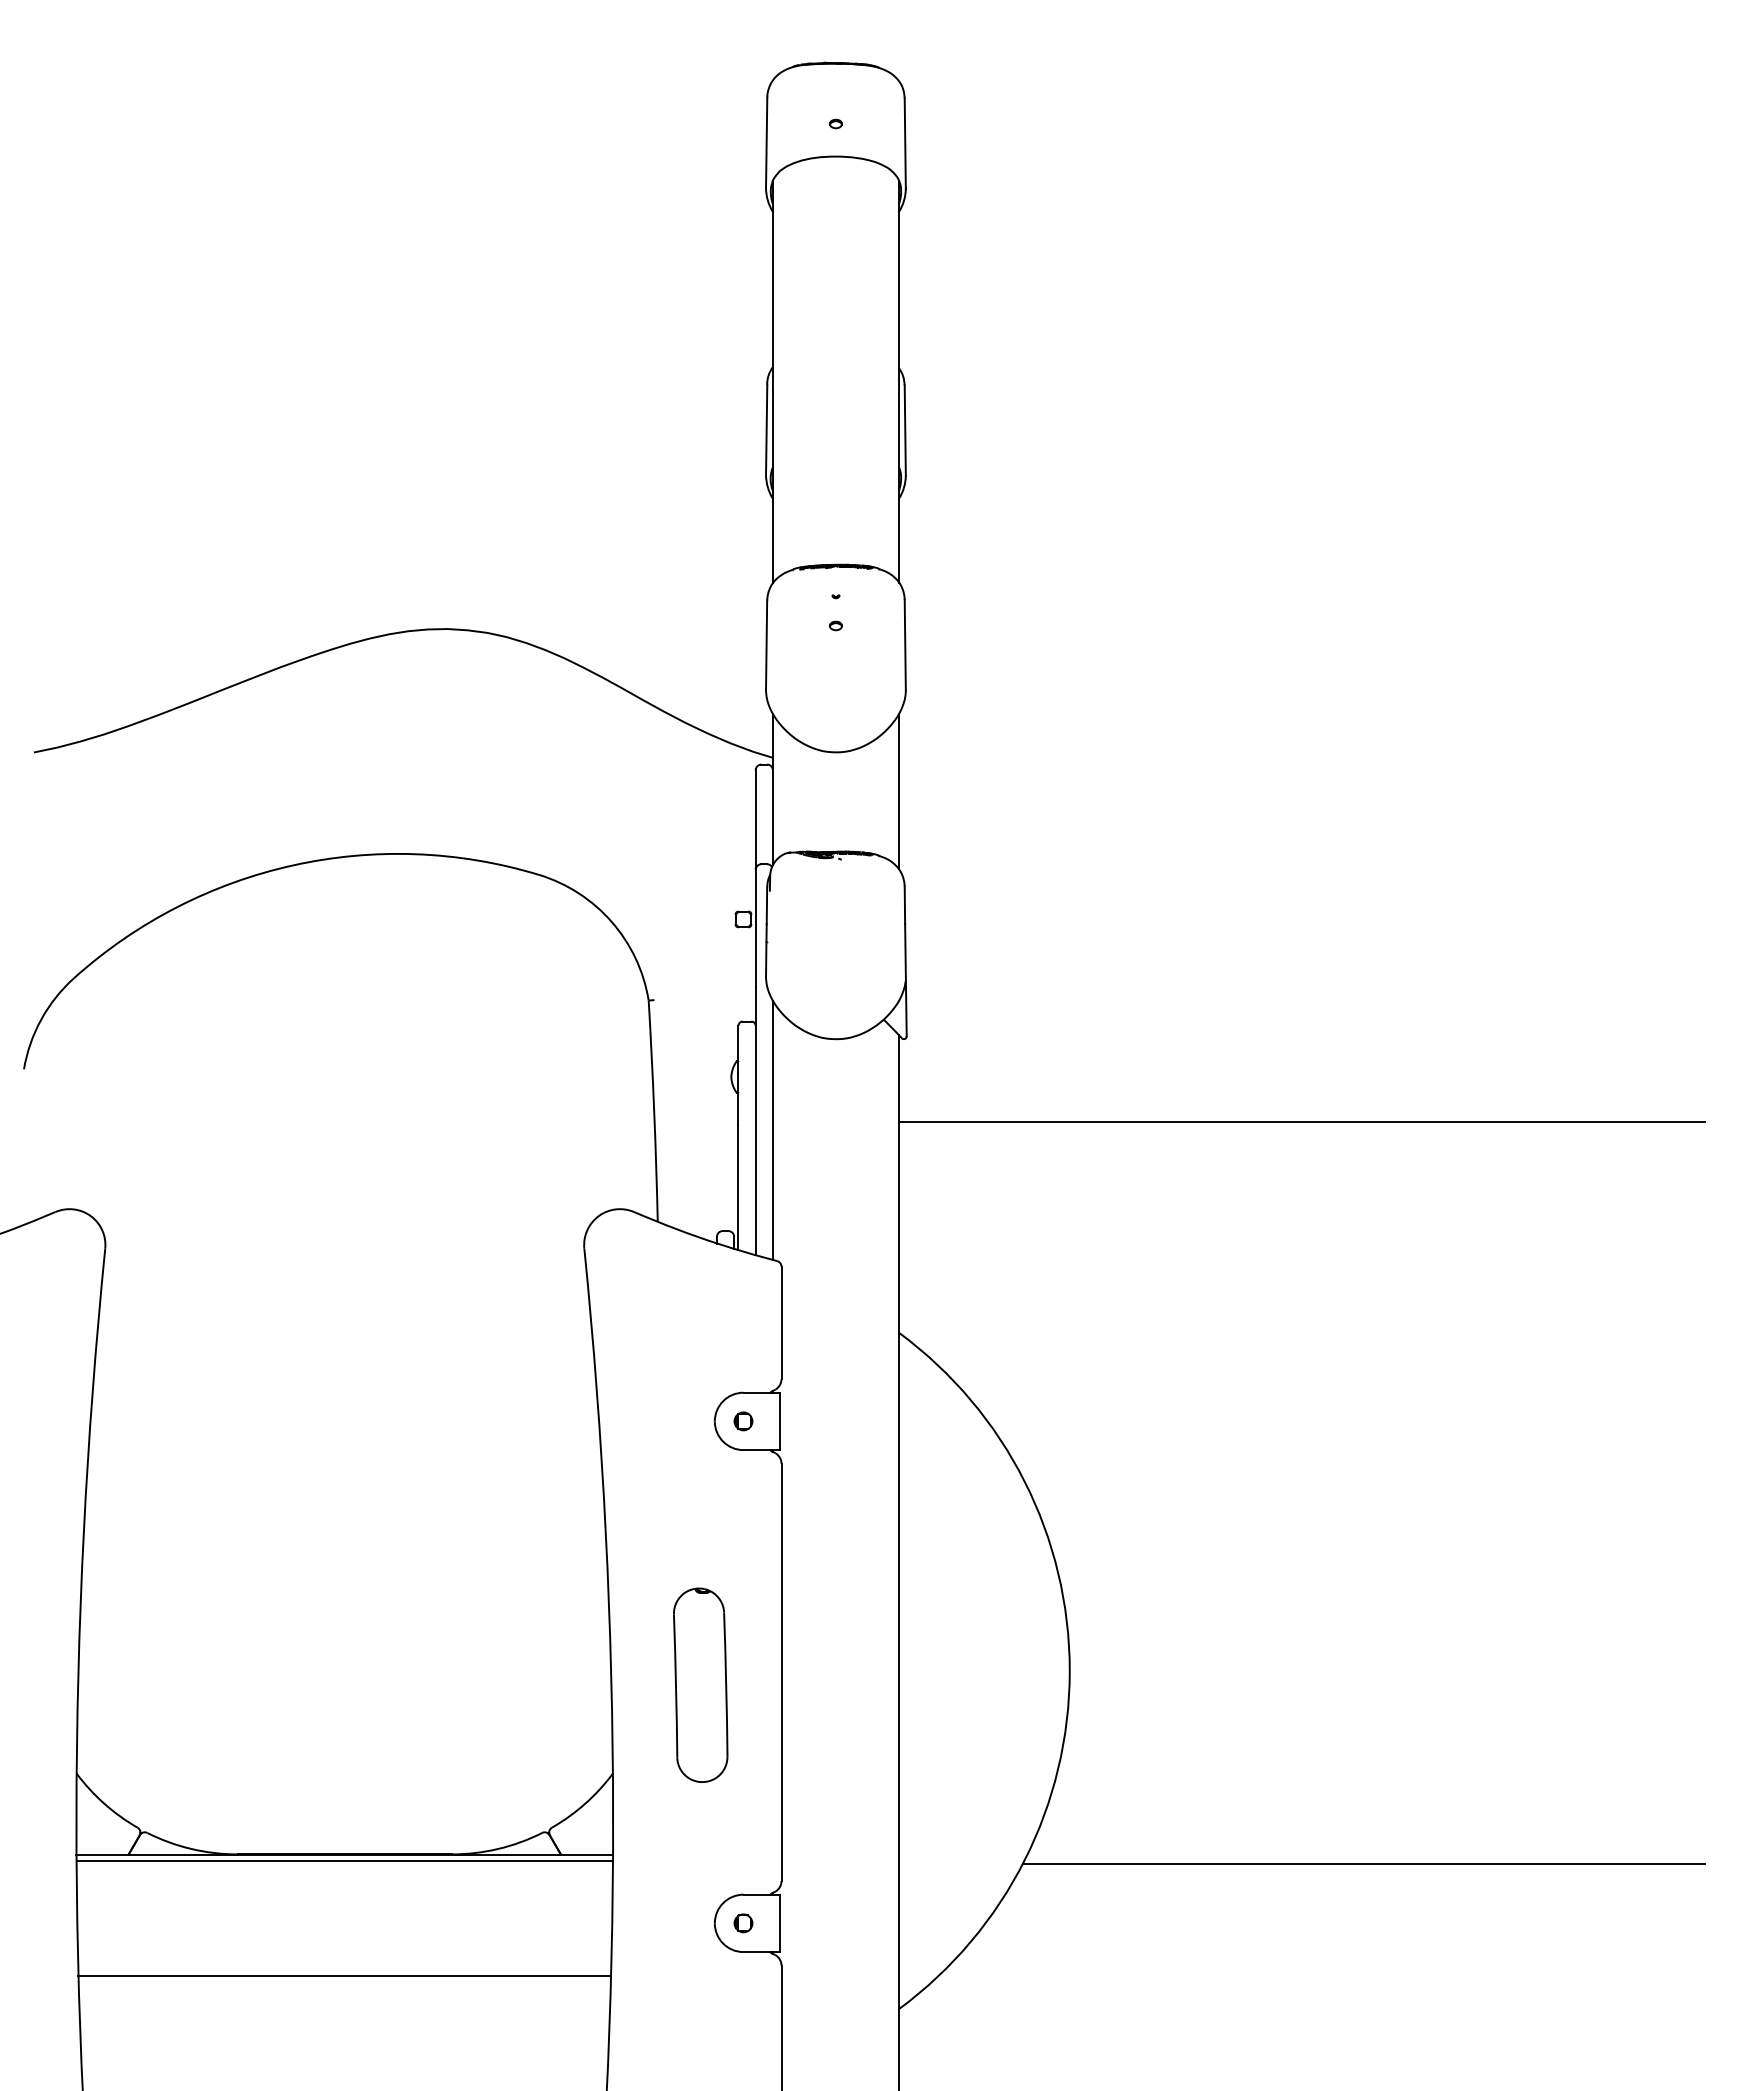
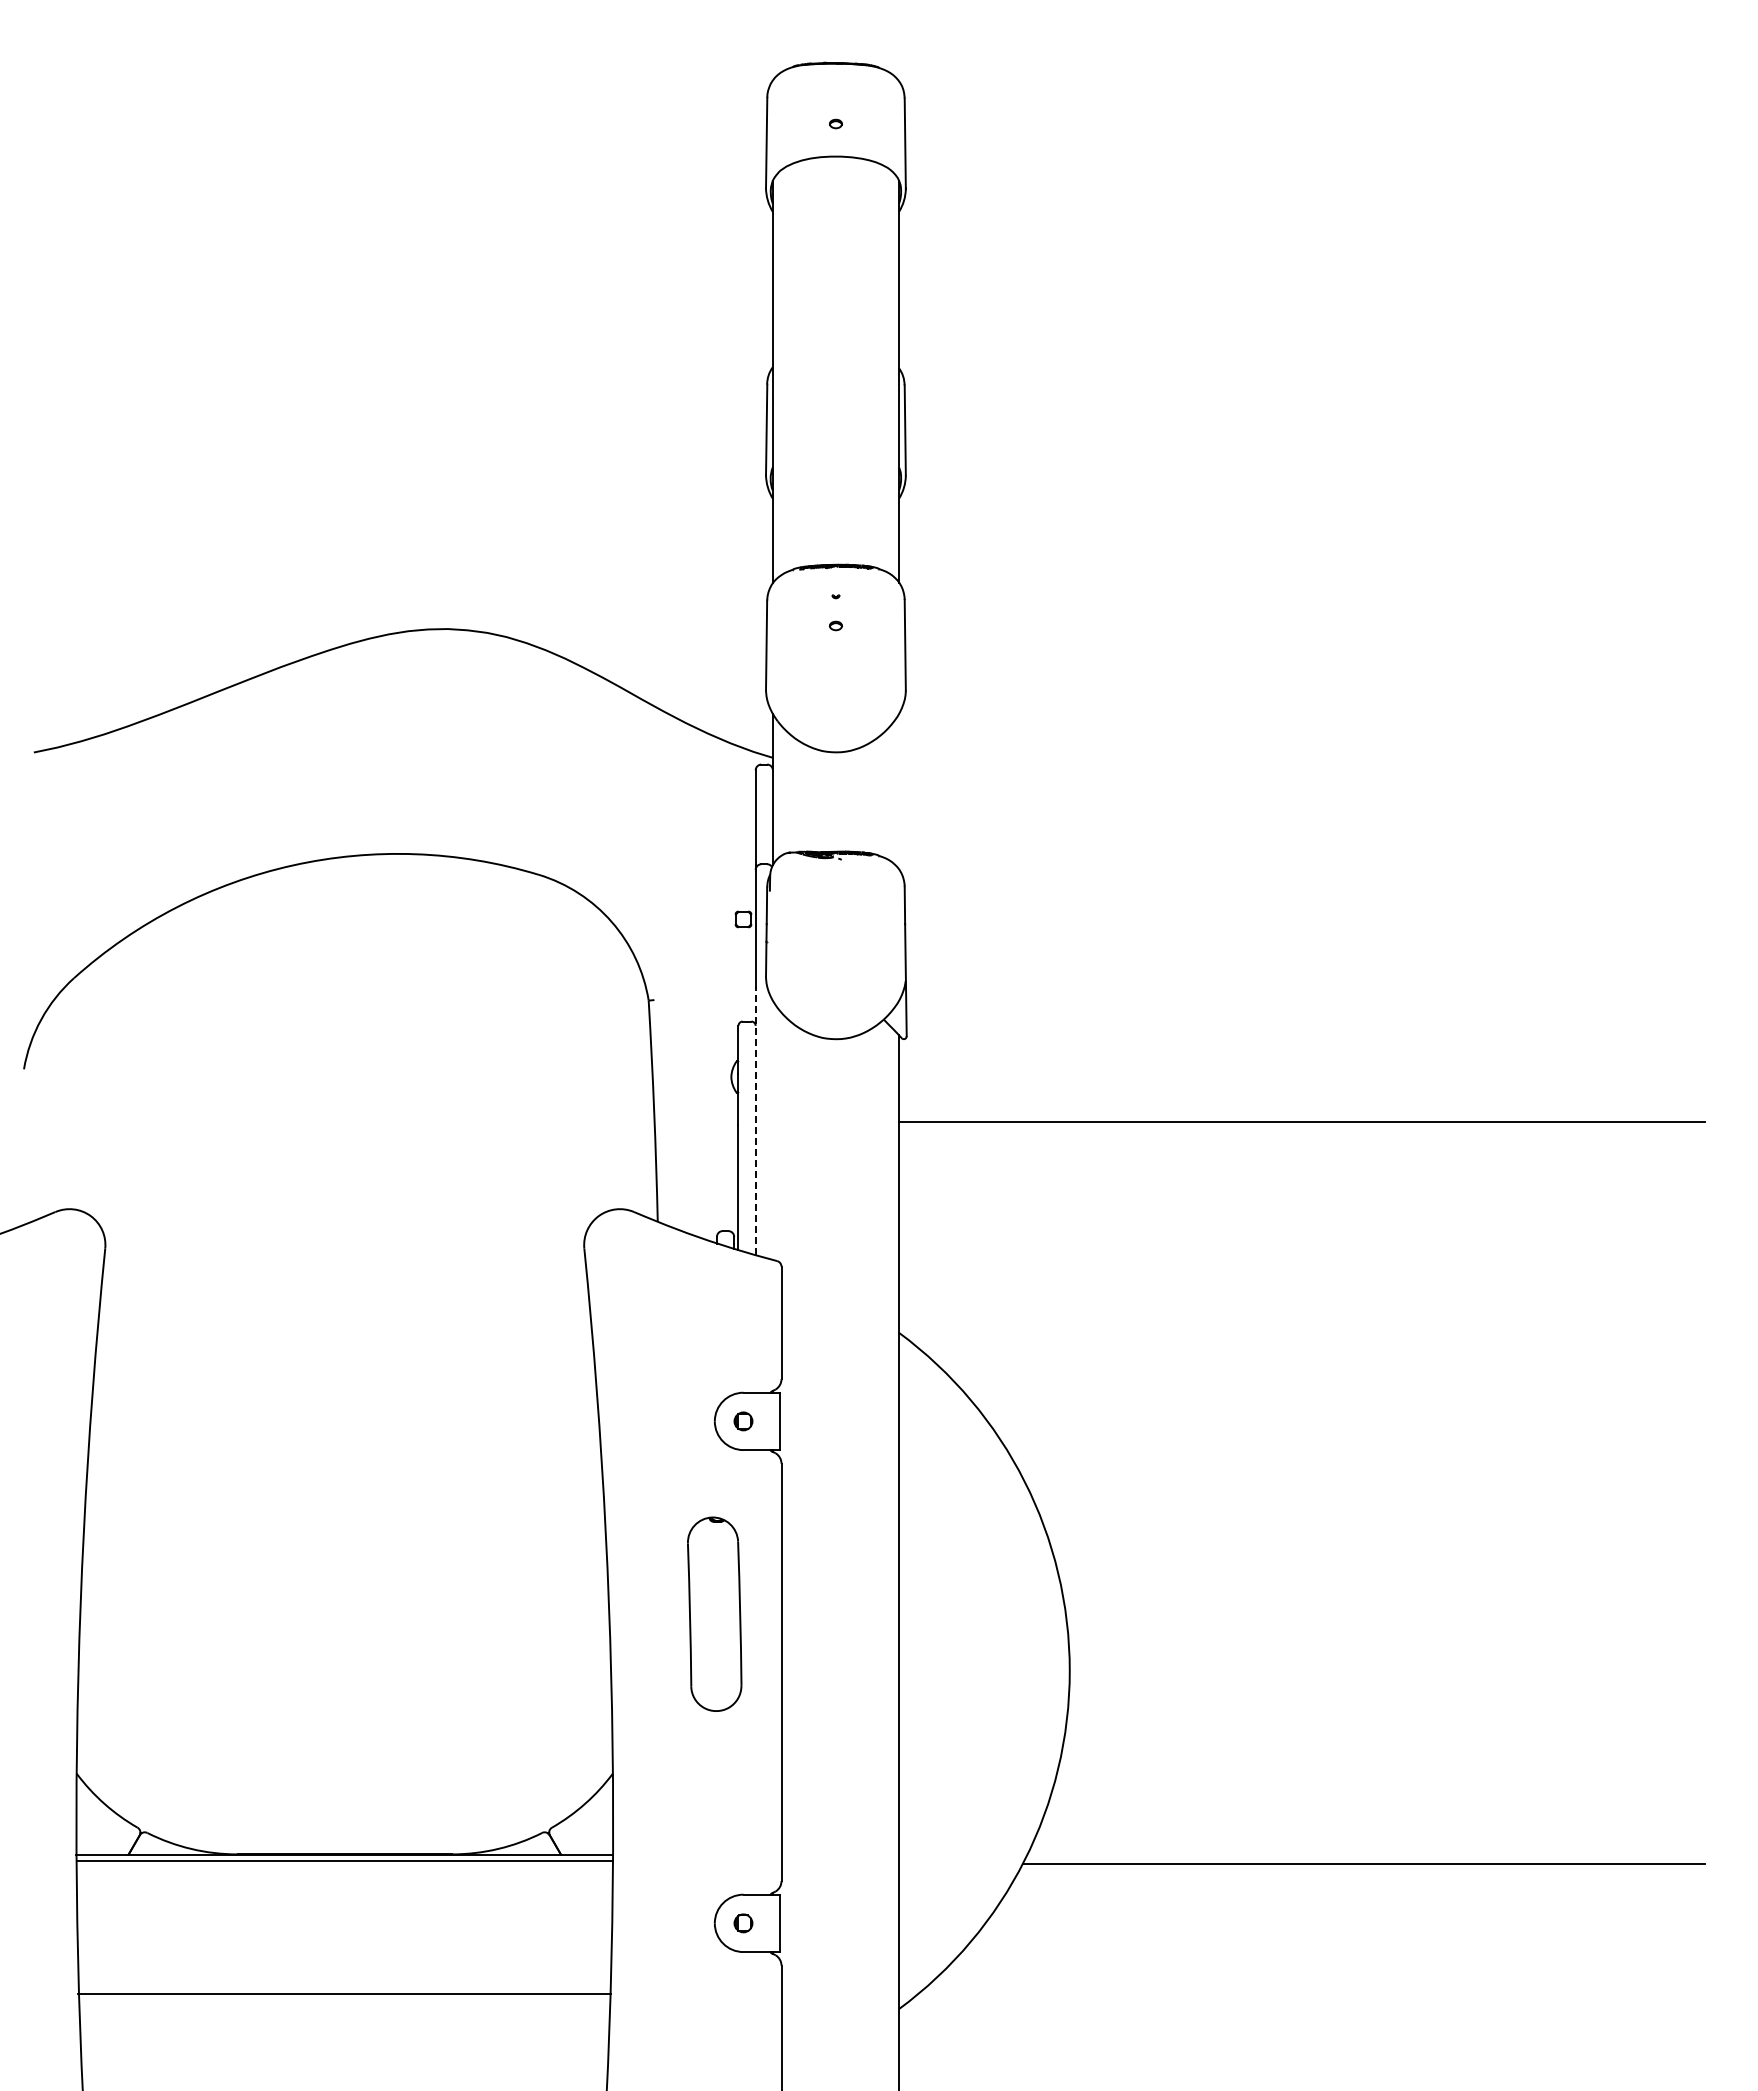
line at (899, 791): present -> none
line at (755, 1121): solid -> dashed
line at (772, 1129): present -> none
part at (700, 1684) position: (700, 1684) -> (714, 1613)
line at (344, 1975) position: (344, 1975) -> (344, 1993)
